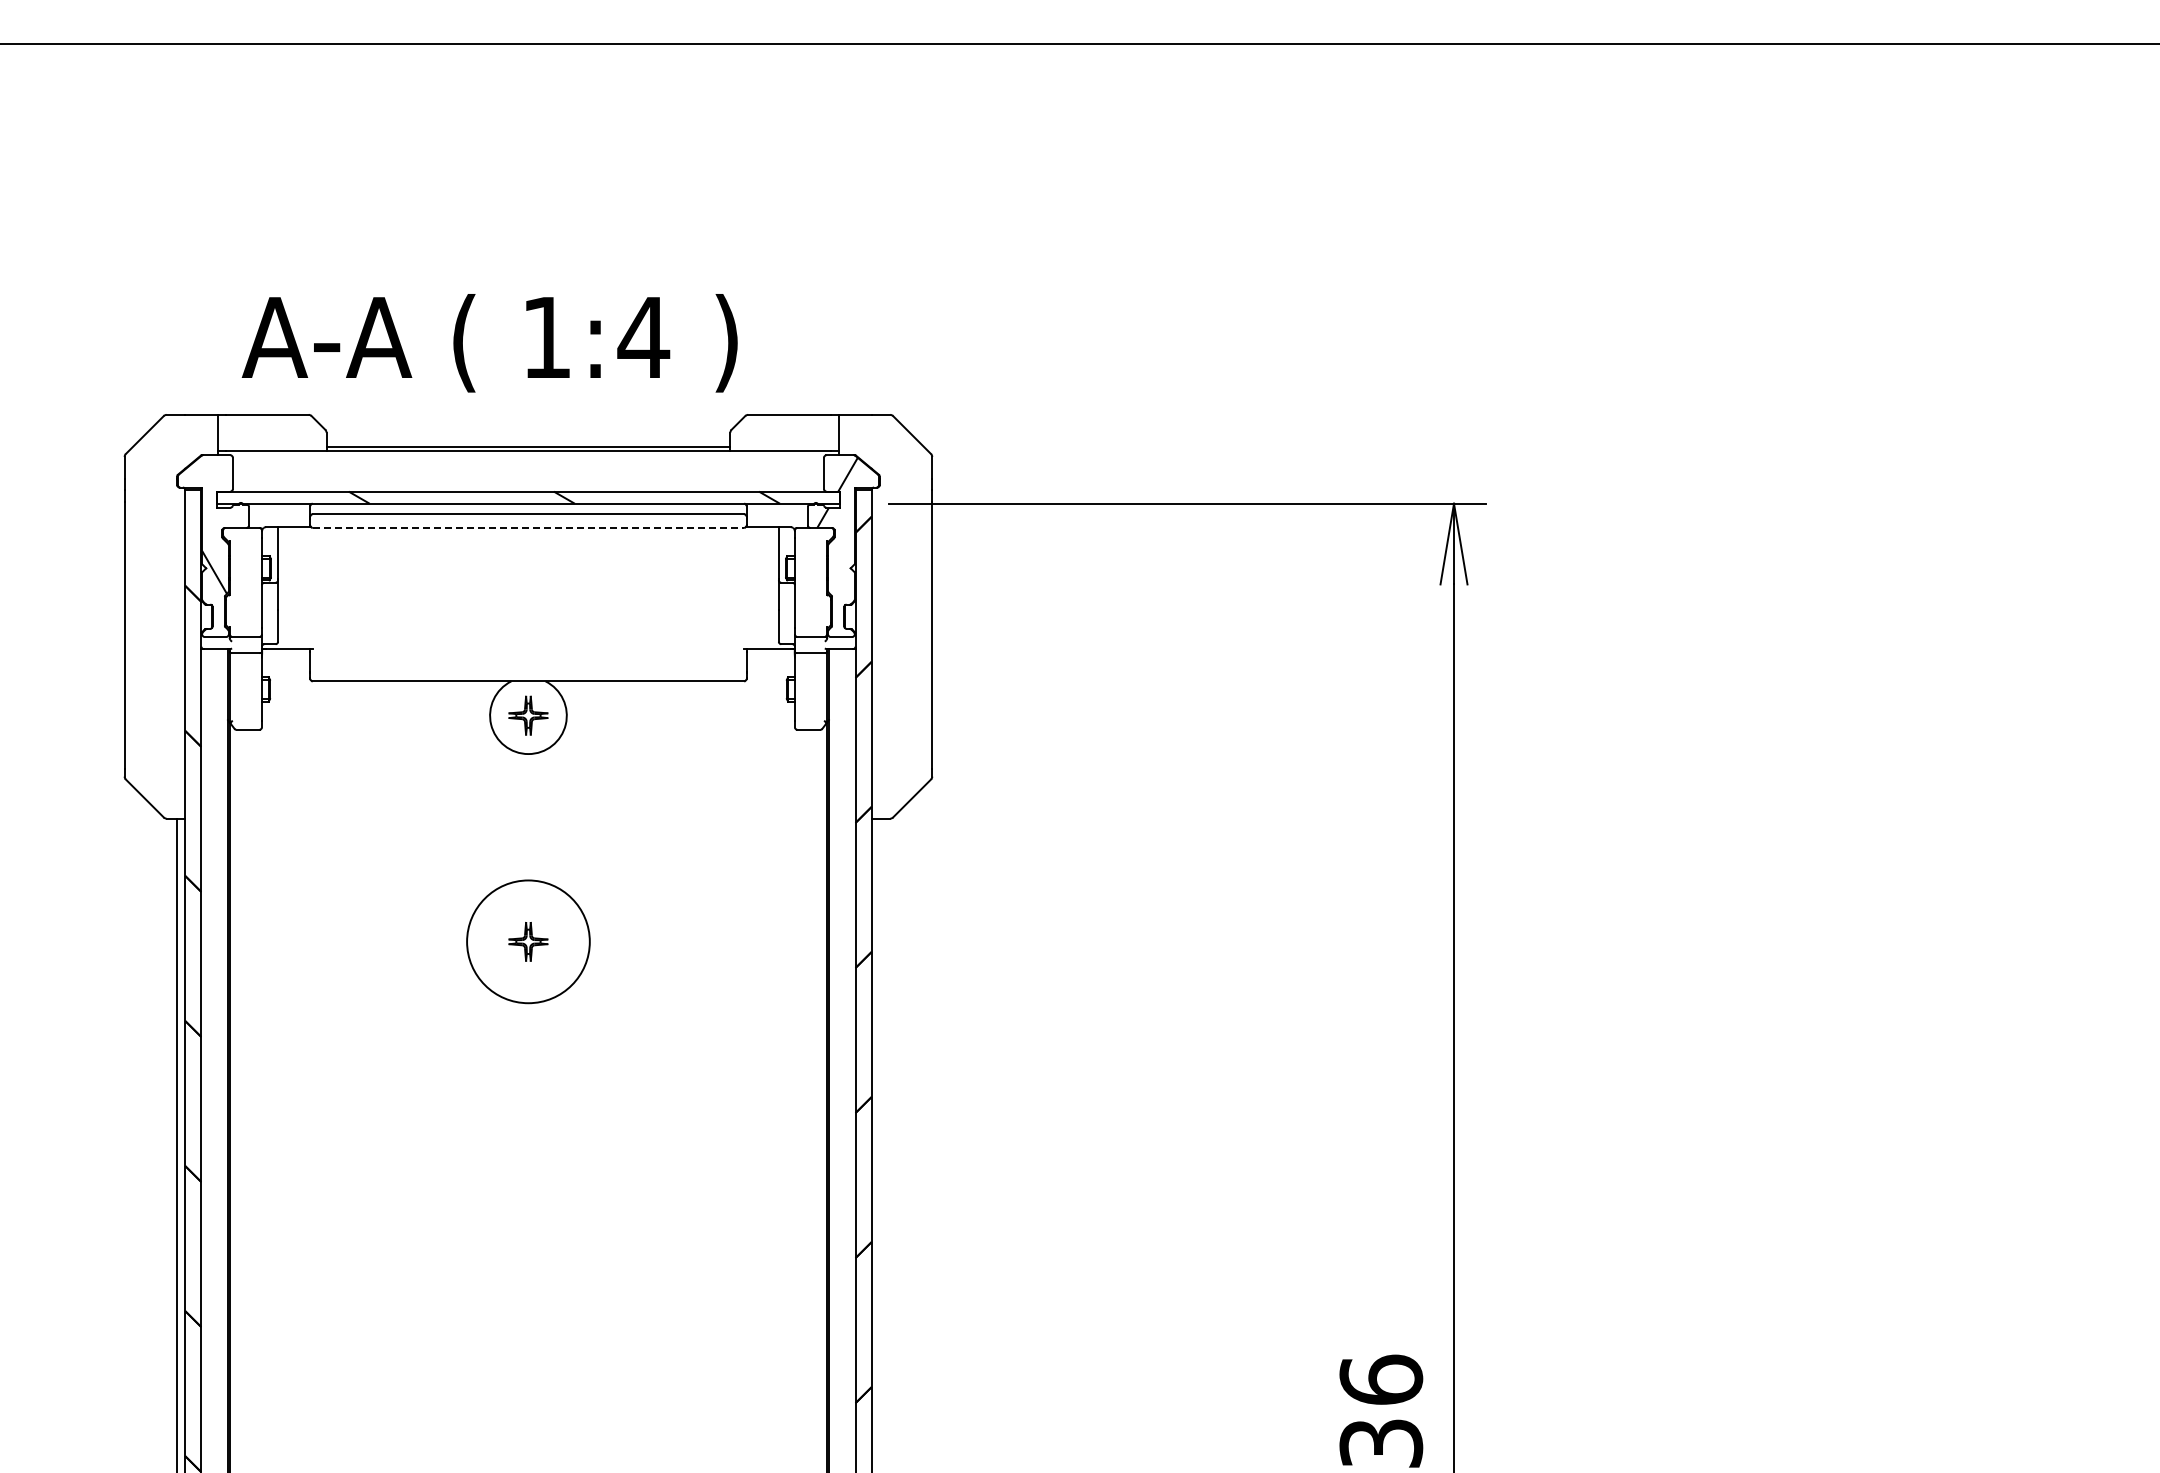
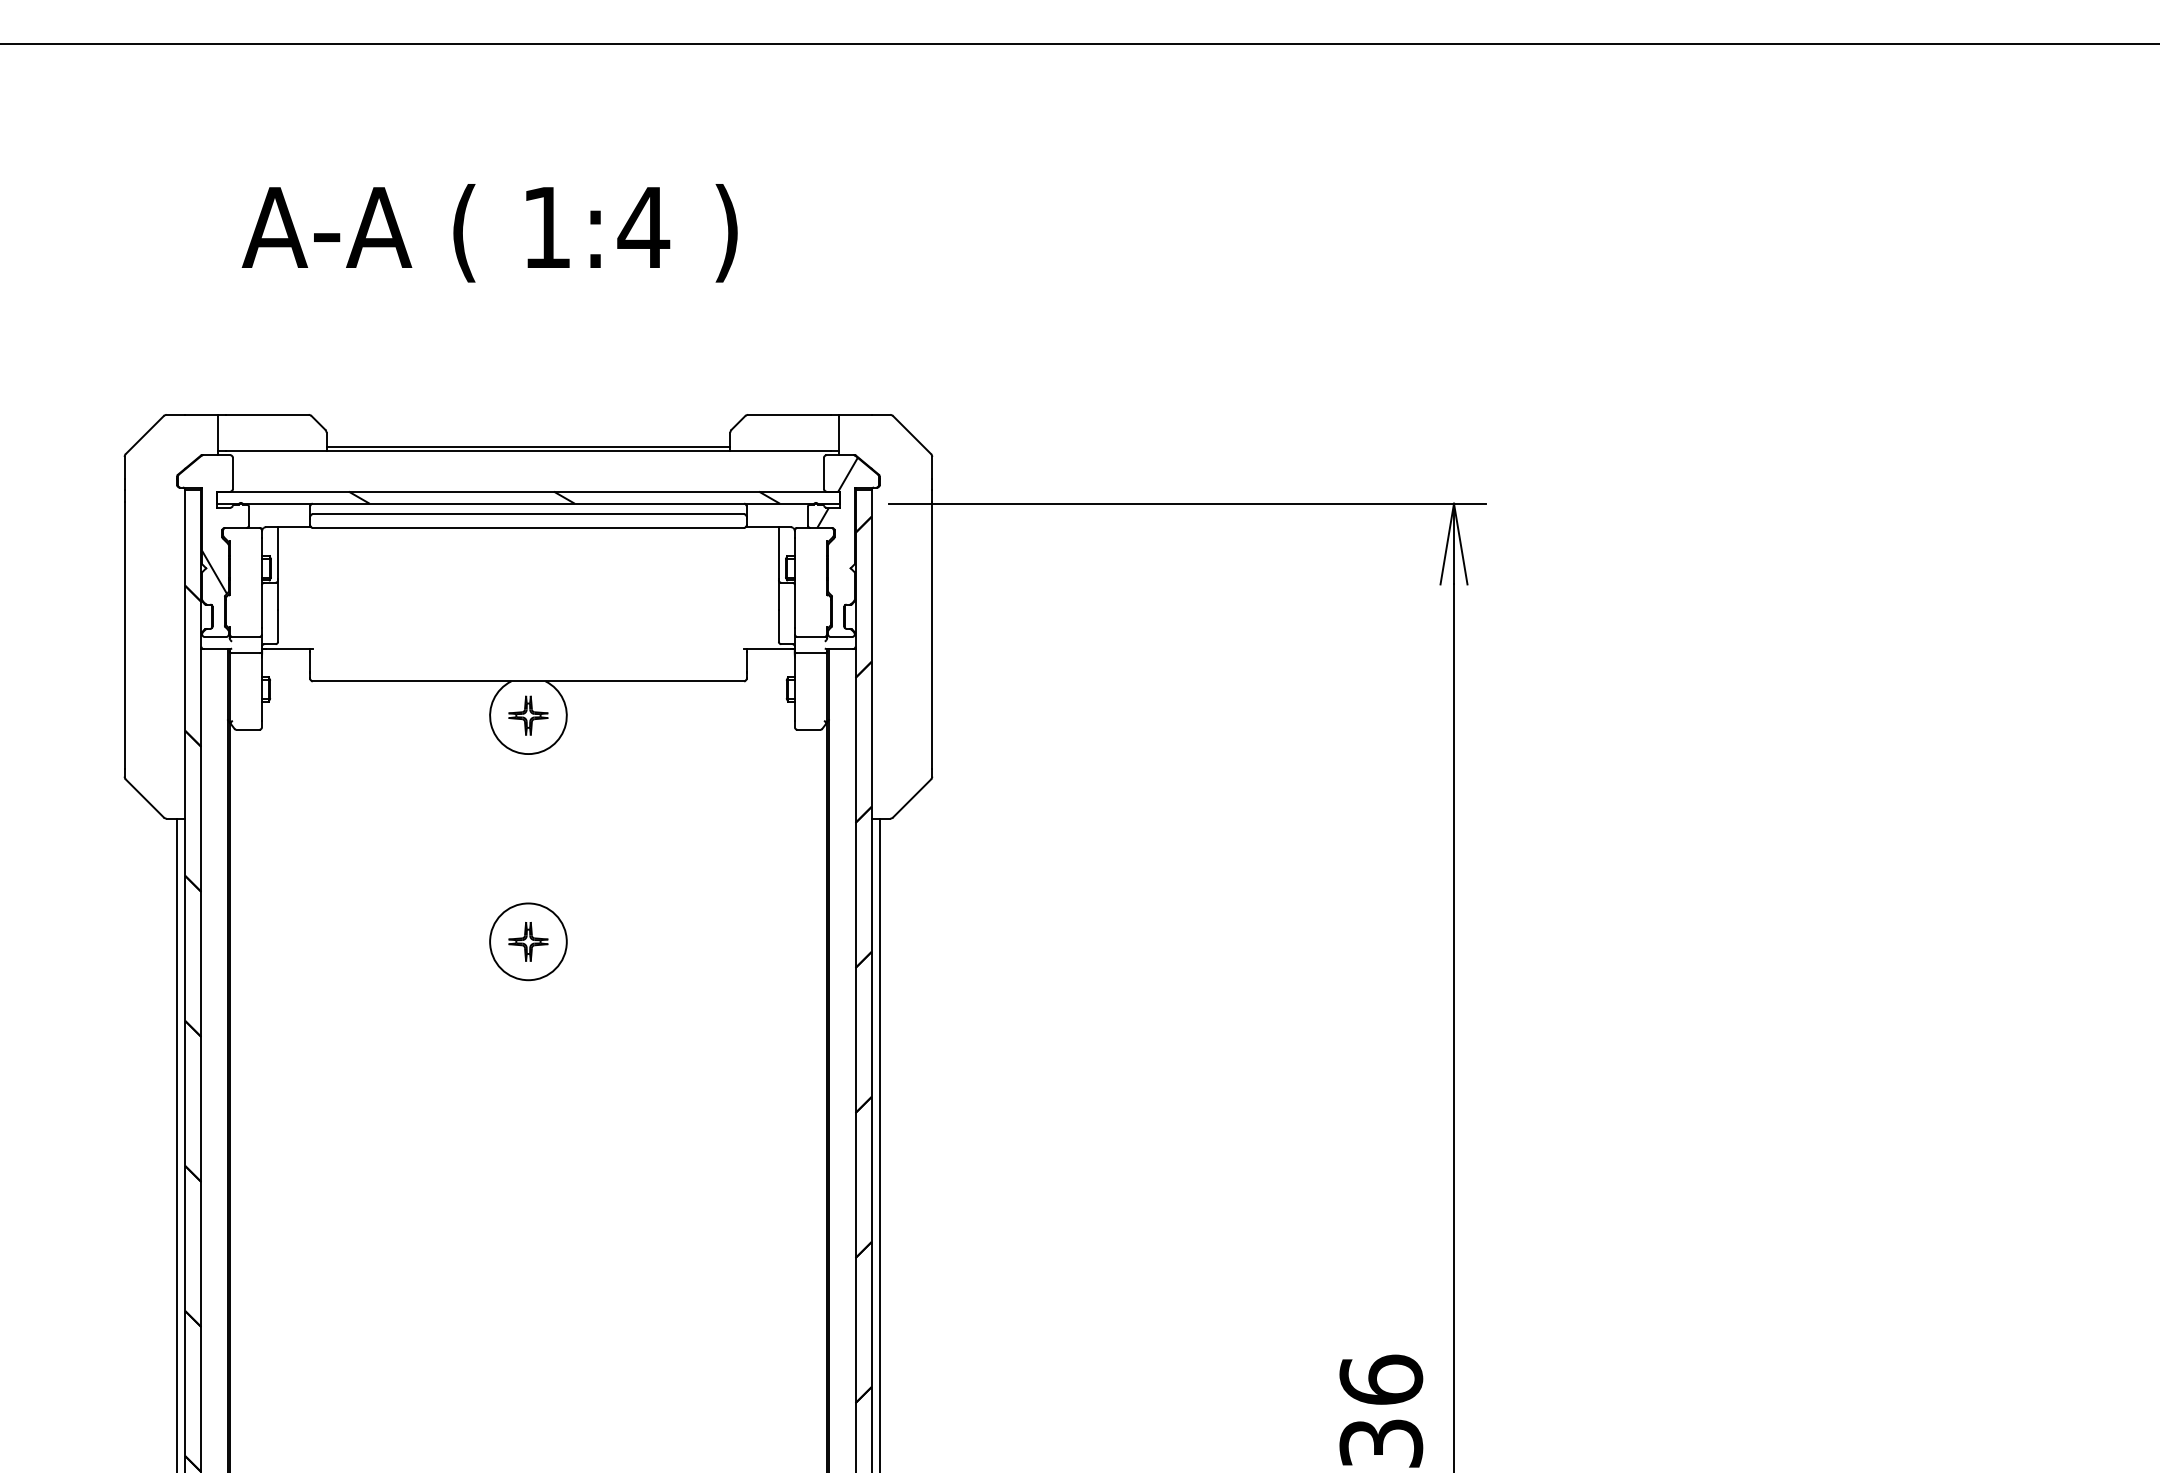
text at (489, 343) position: (489, 343) -> (489, 233)
line at (528, 527): dashed -> solid
circle at (528, 941) diameter: 123 px -> 77 px
line at (879, 1143): none -> present
